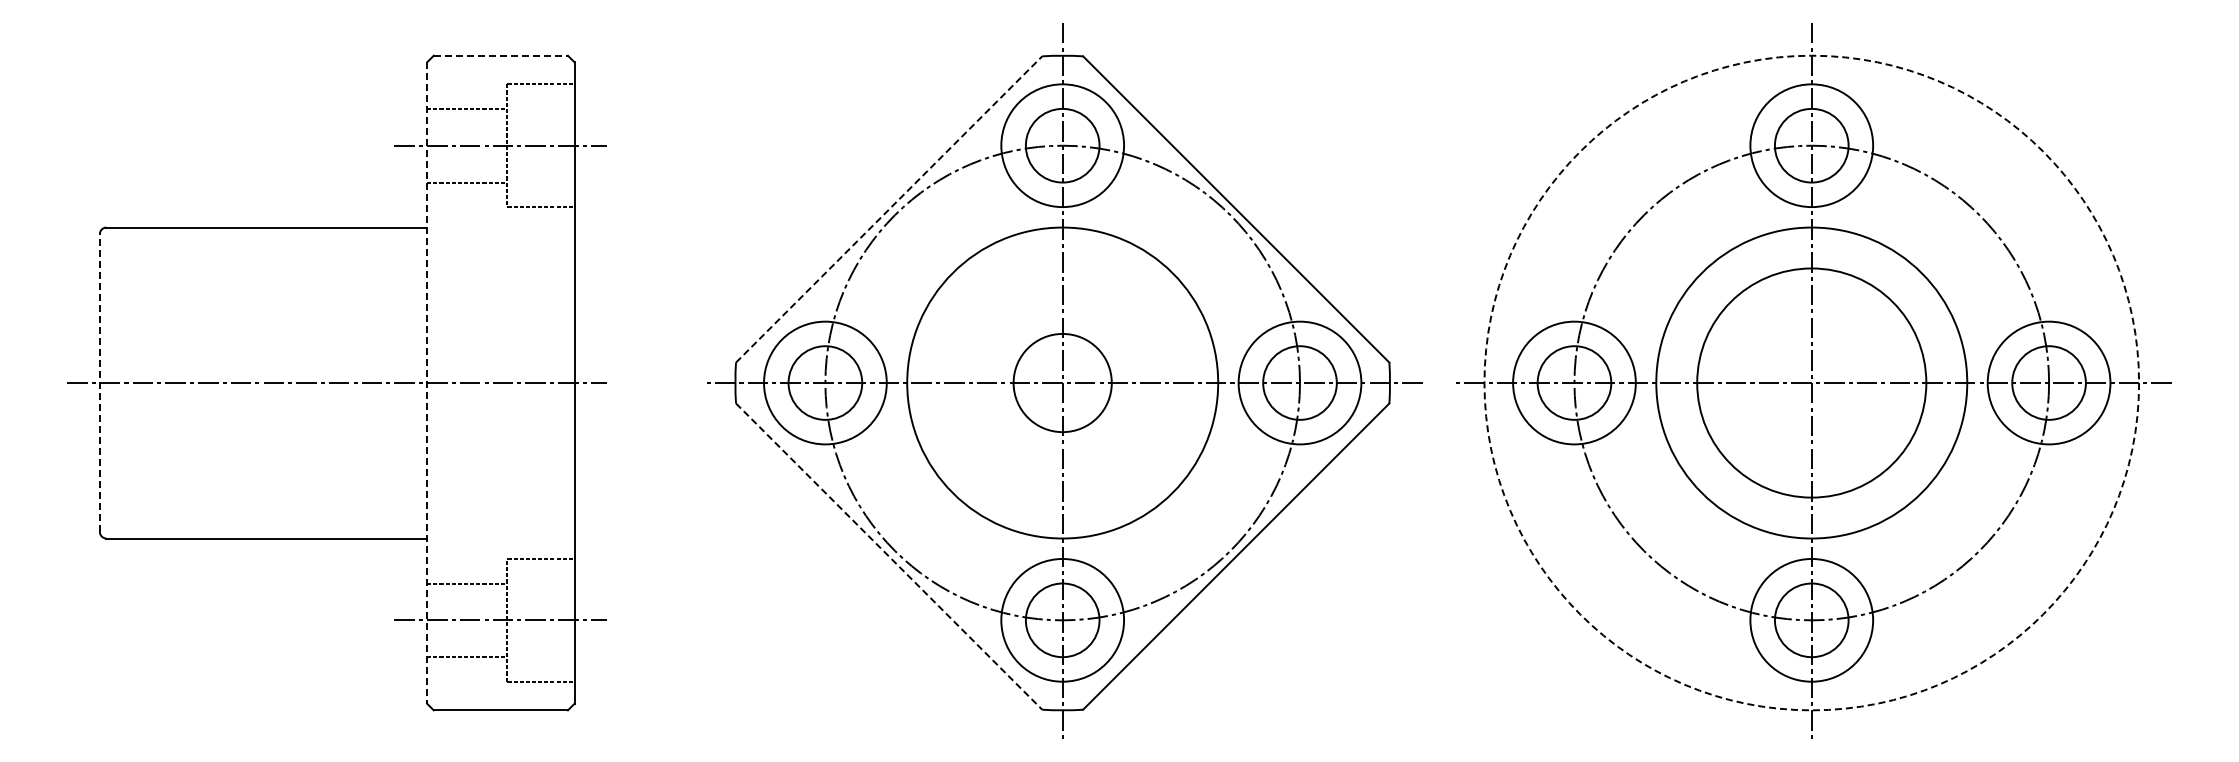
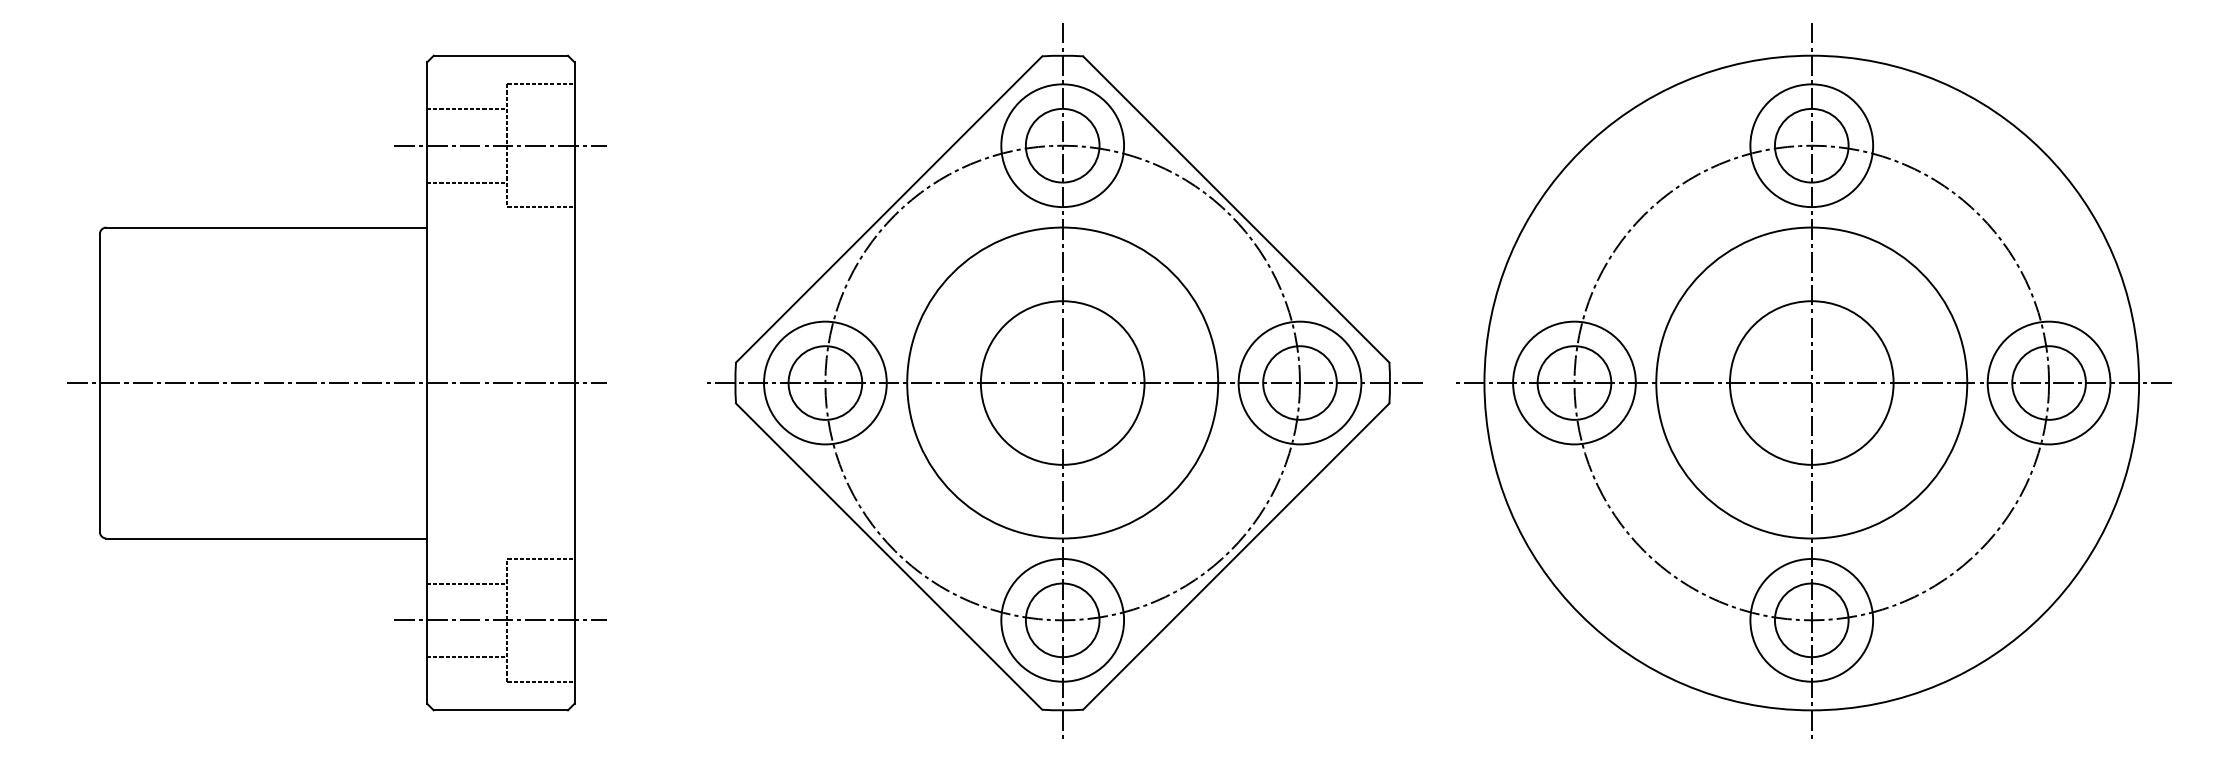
line at (501, 55): dashed -> solid
line at (889, 209): dashed -> solid
circle at (1062, 382) diameter: 98 px -> 164 px
circle at (1811, 382) diameter: 229 px -> 164 px
circle at (1811, 382): dashed -> solid
line at (99, 383): dashed -> solid
line at (427, 383): dashed -> solid
line at (889, 556): dashed -> solid
